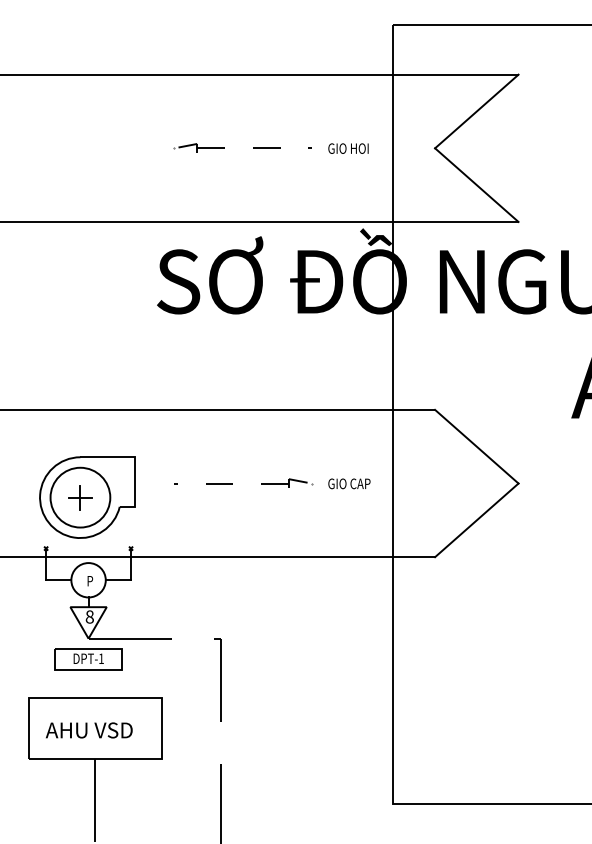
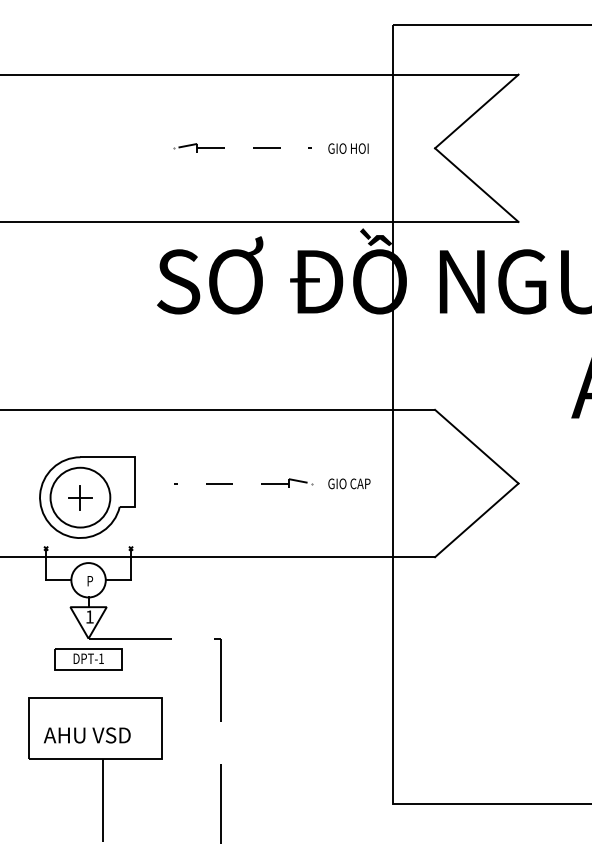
text at (89, 616): 8 -> 1
text at (89, 730) position: (89, 730) -> (87, 735)
line at (95, 799) position: (95, 799) -> (103, 799)
